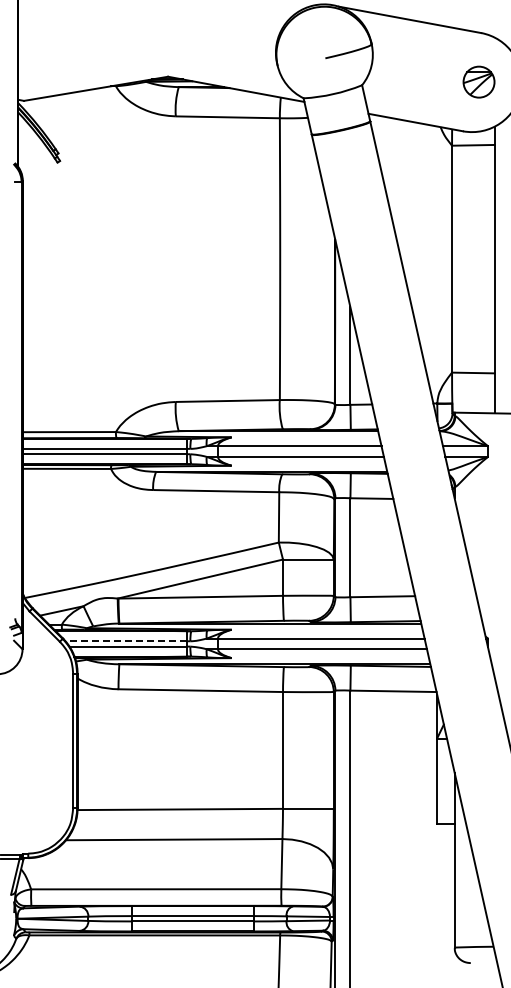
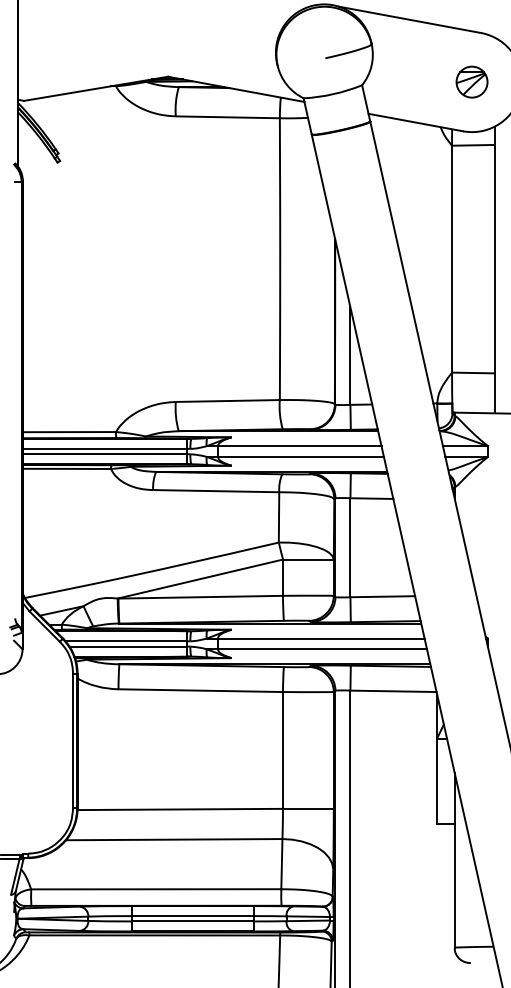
part at (478, 81) position: (478, 81) -> (471, 81)
line at (125, 641): dashed -> solid
